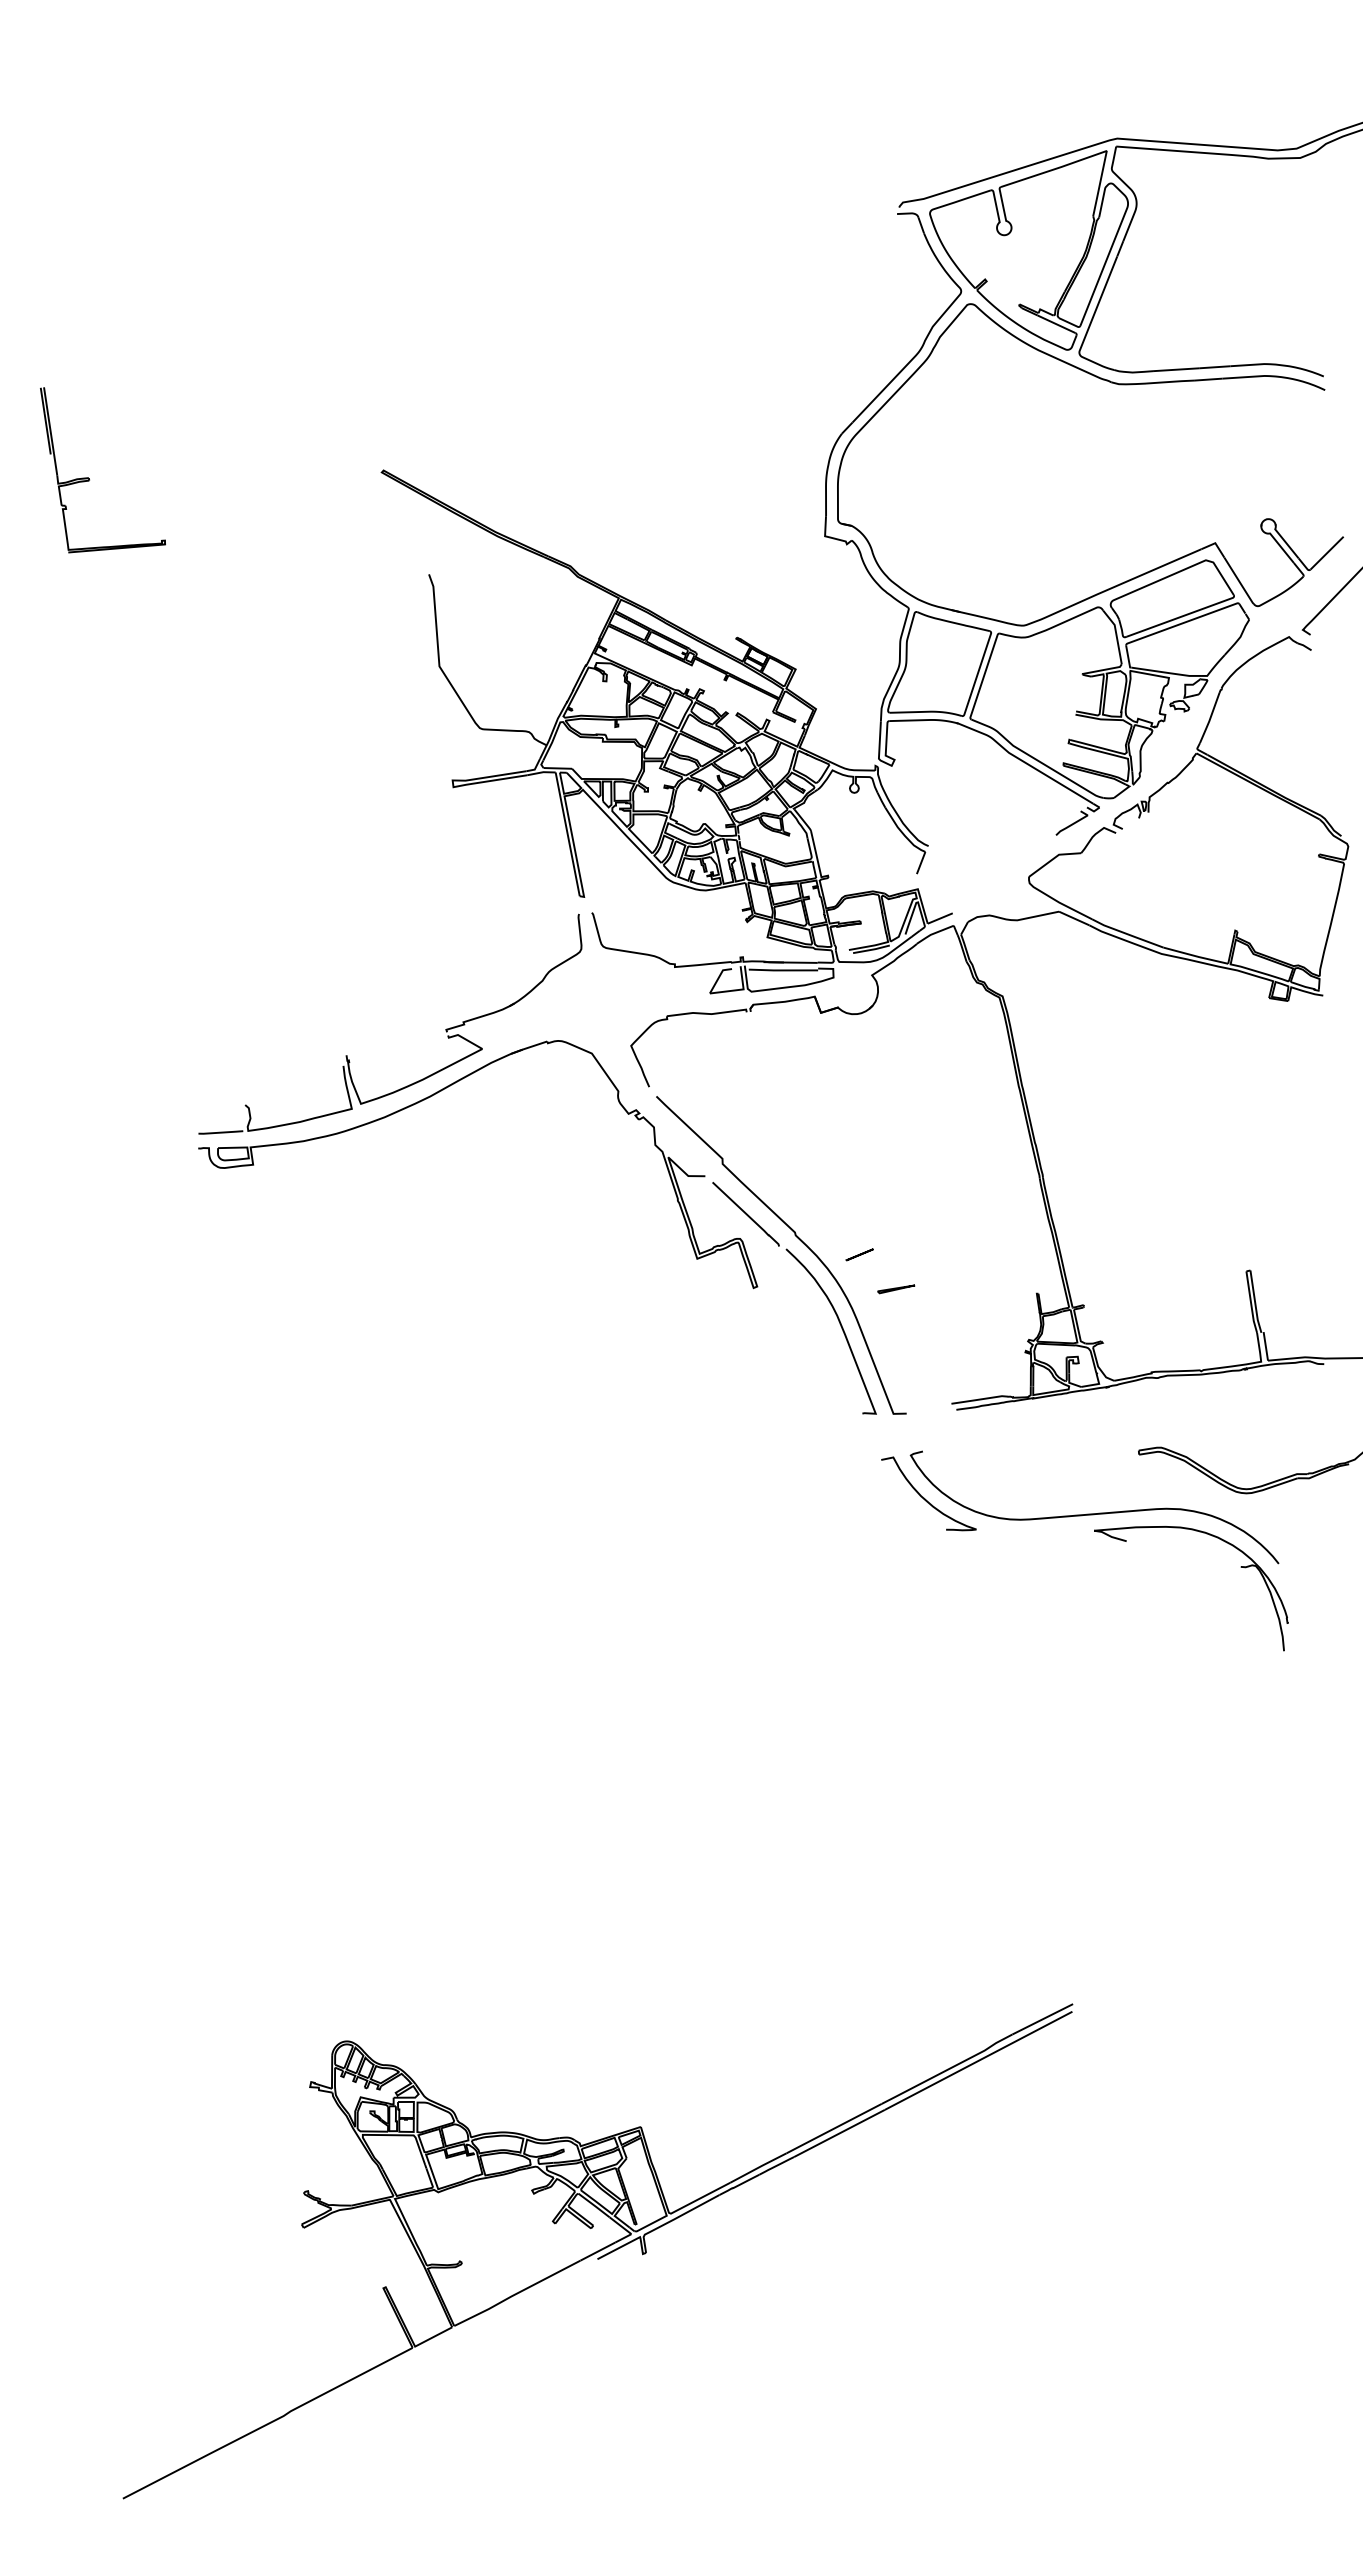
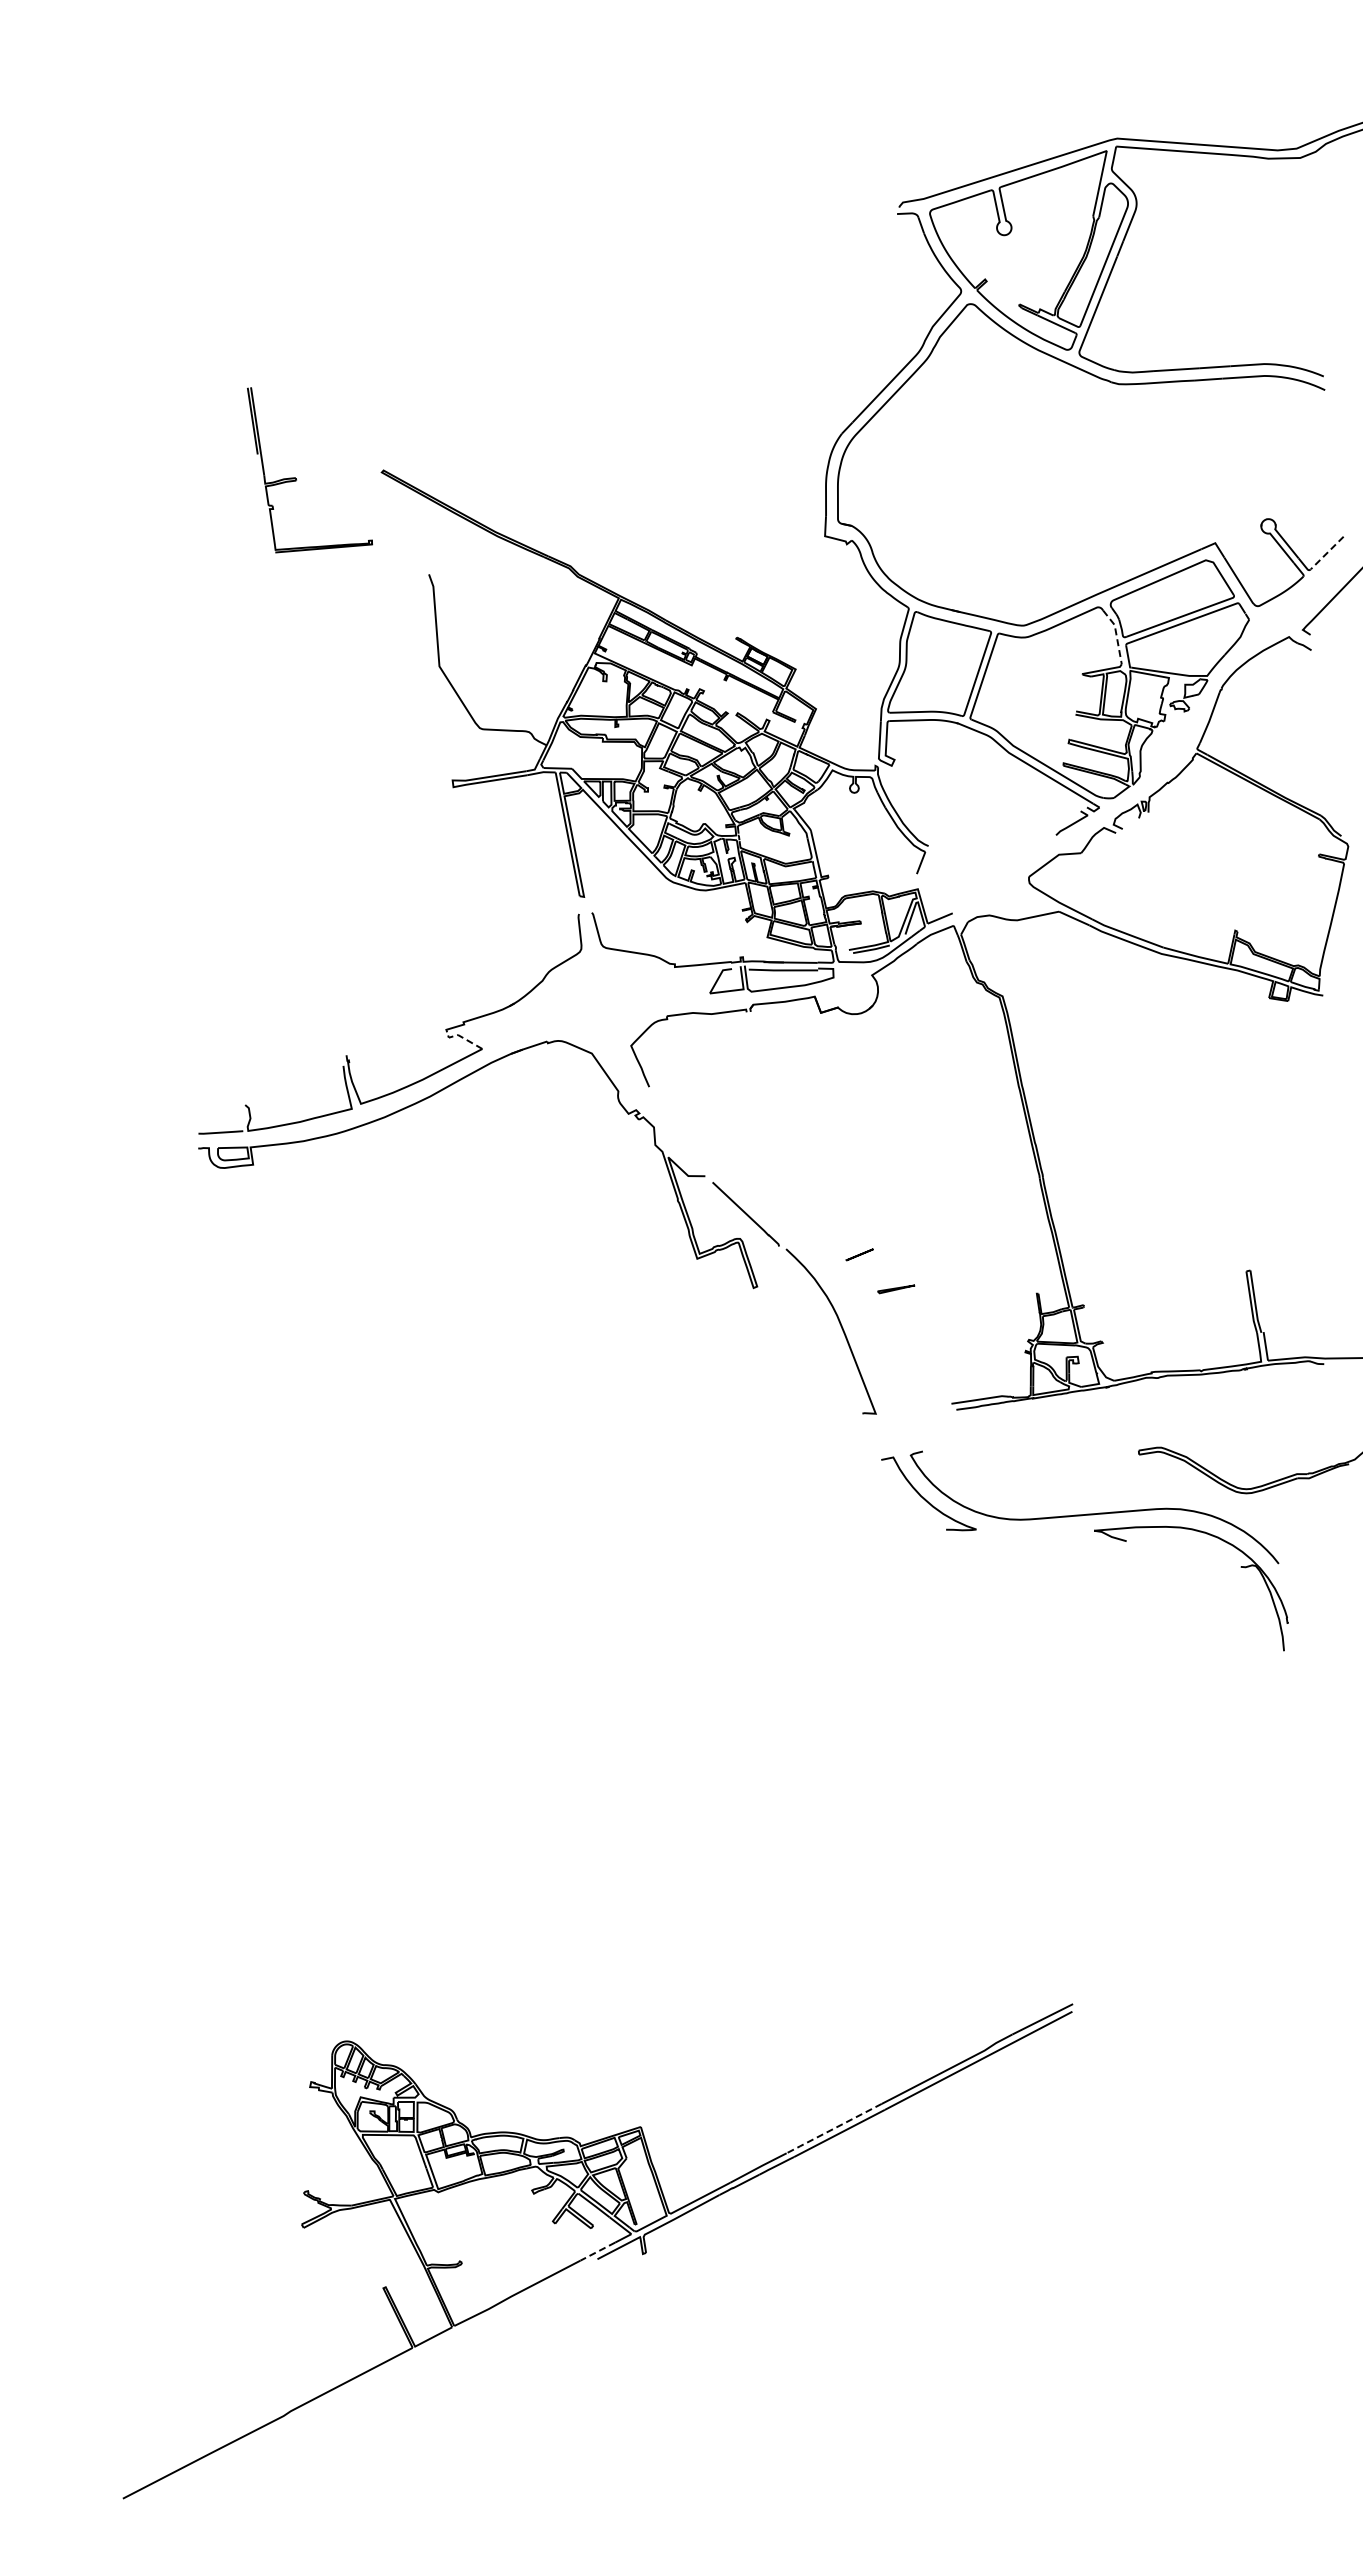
part at (89, 478) position: (89, 478) -> (296, 478)
line at (1326, 553): solid -> dashed
line at (1116, 634): solid -> dashed
line at (463, 1038): solid -> dashed
curve at (797, 1238): present -> none
line at (832, 2129): solid -> dashed
line at (597, 2251): solid -> dashed
